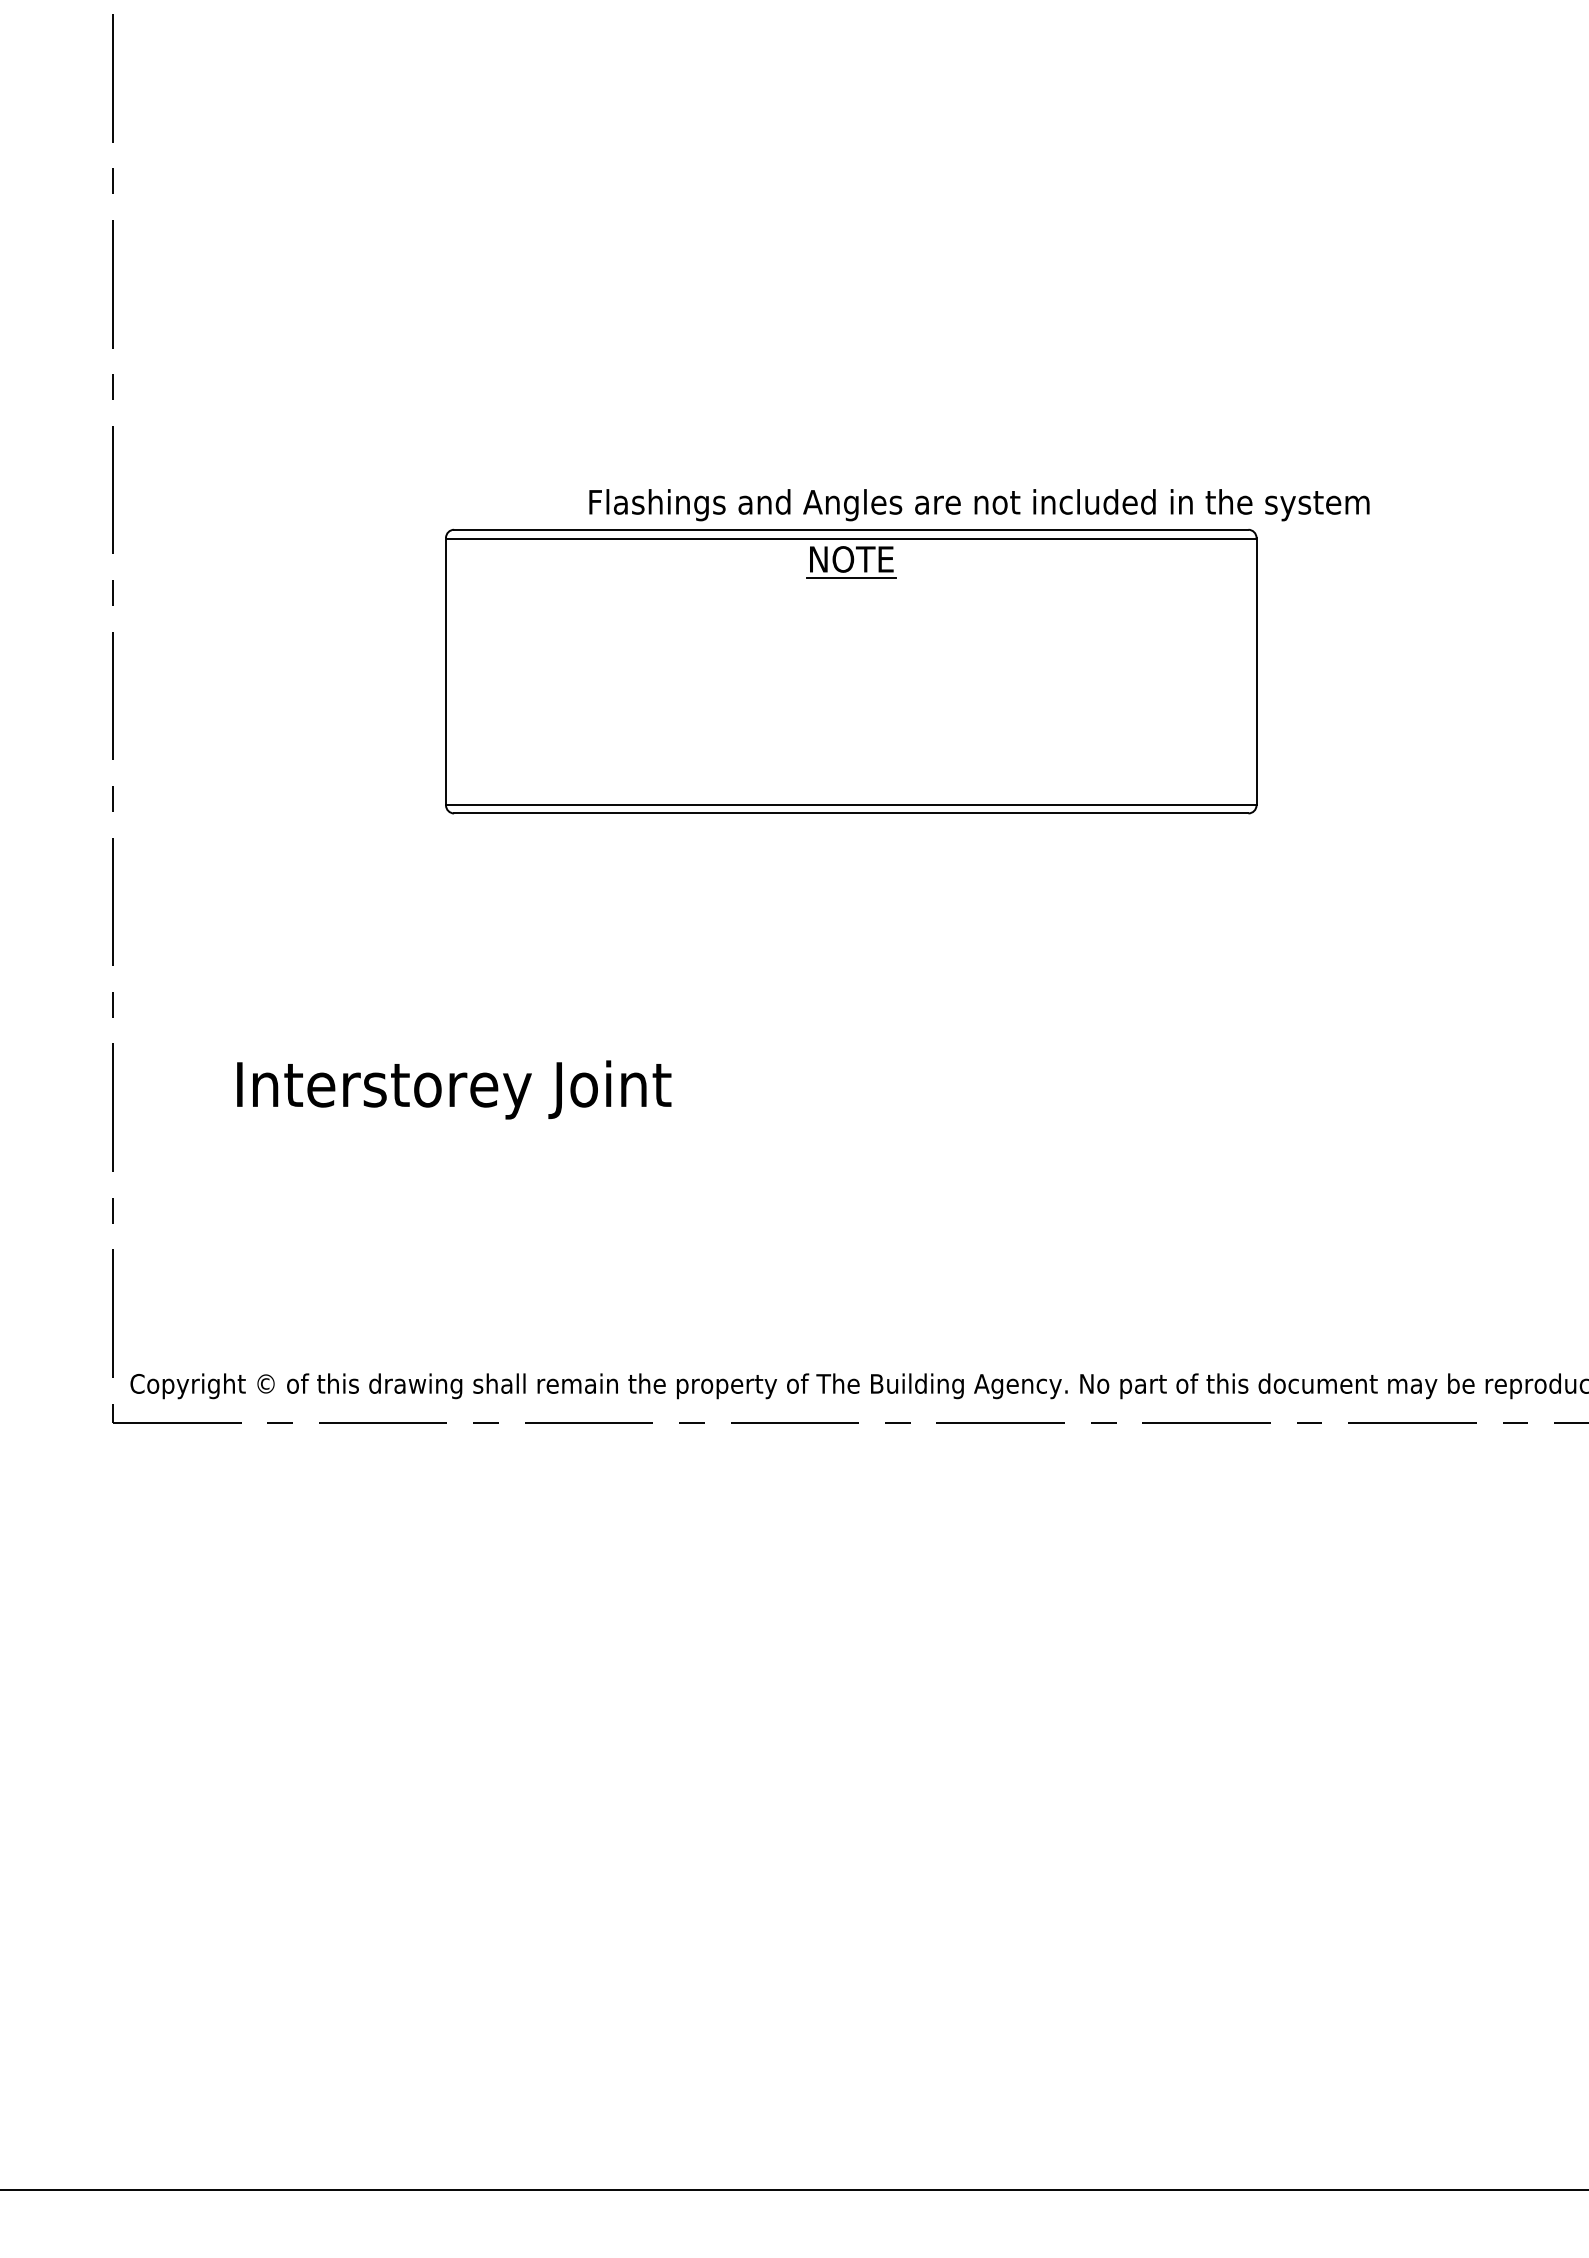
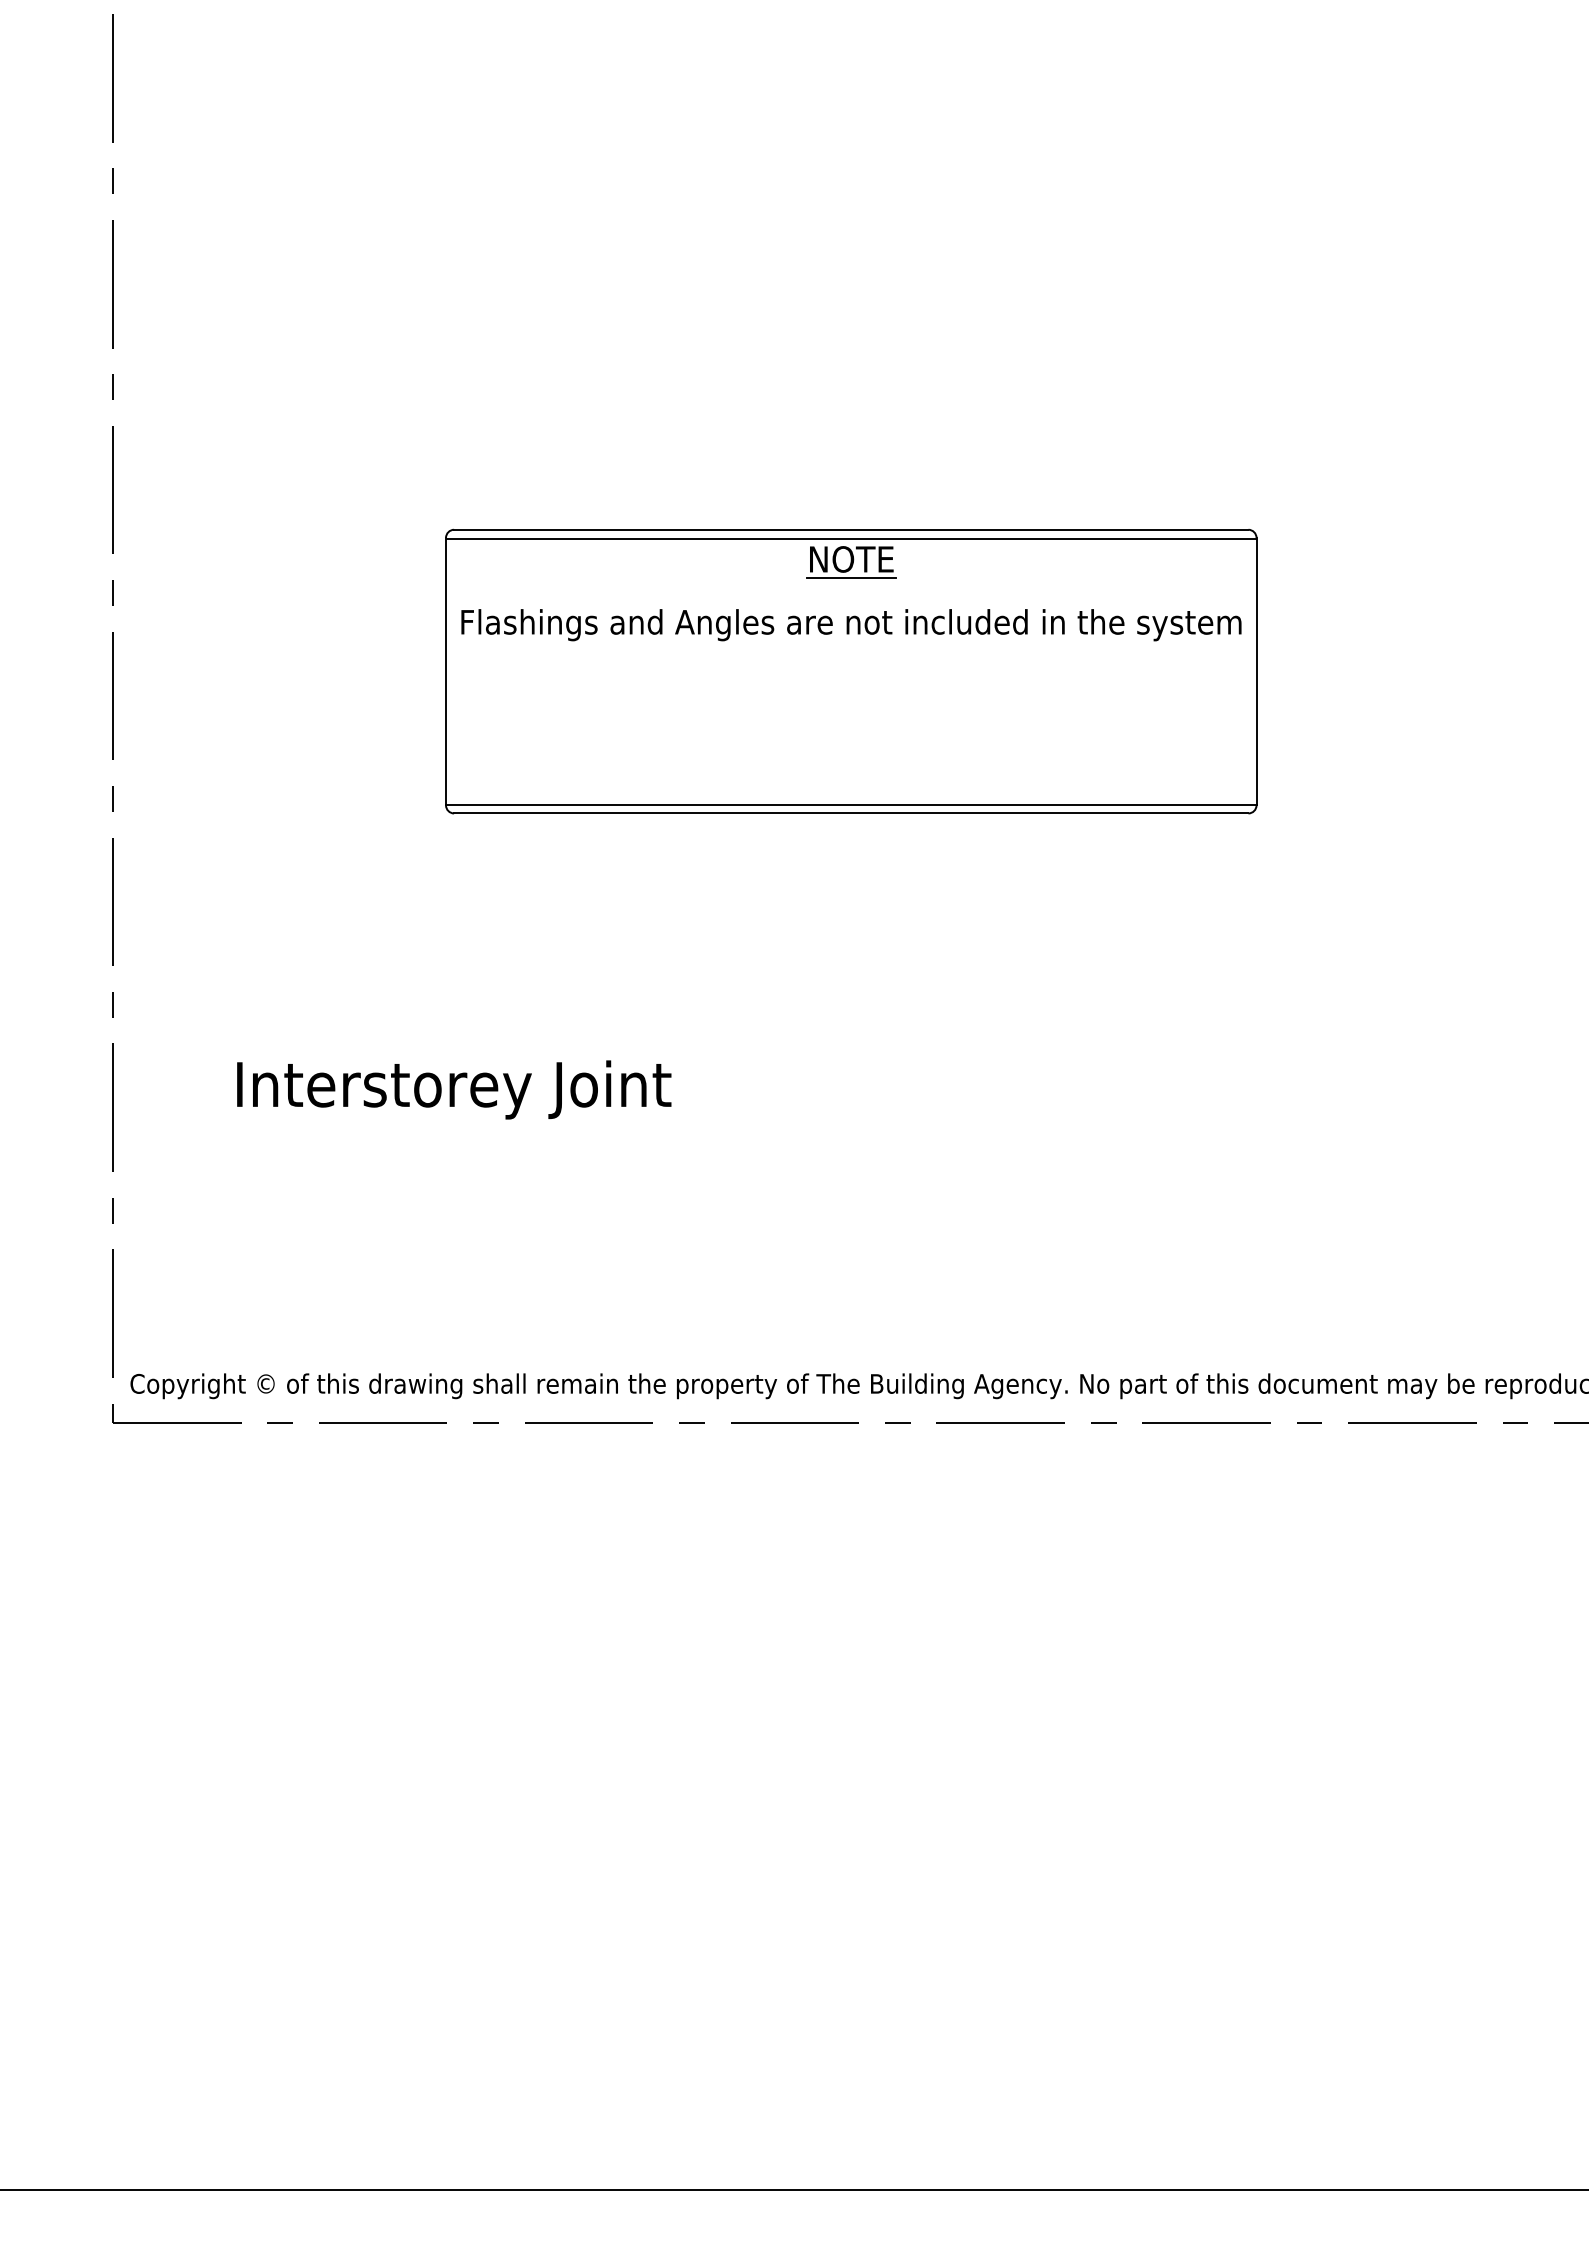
text at (979, 505) position: (979, 505) -> (851, 625)
